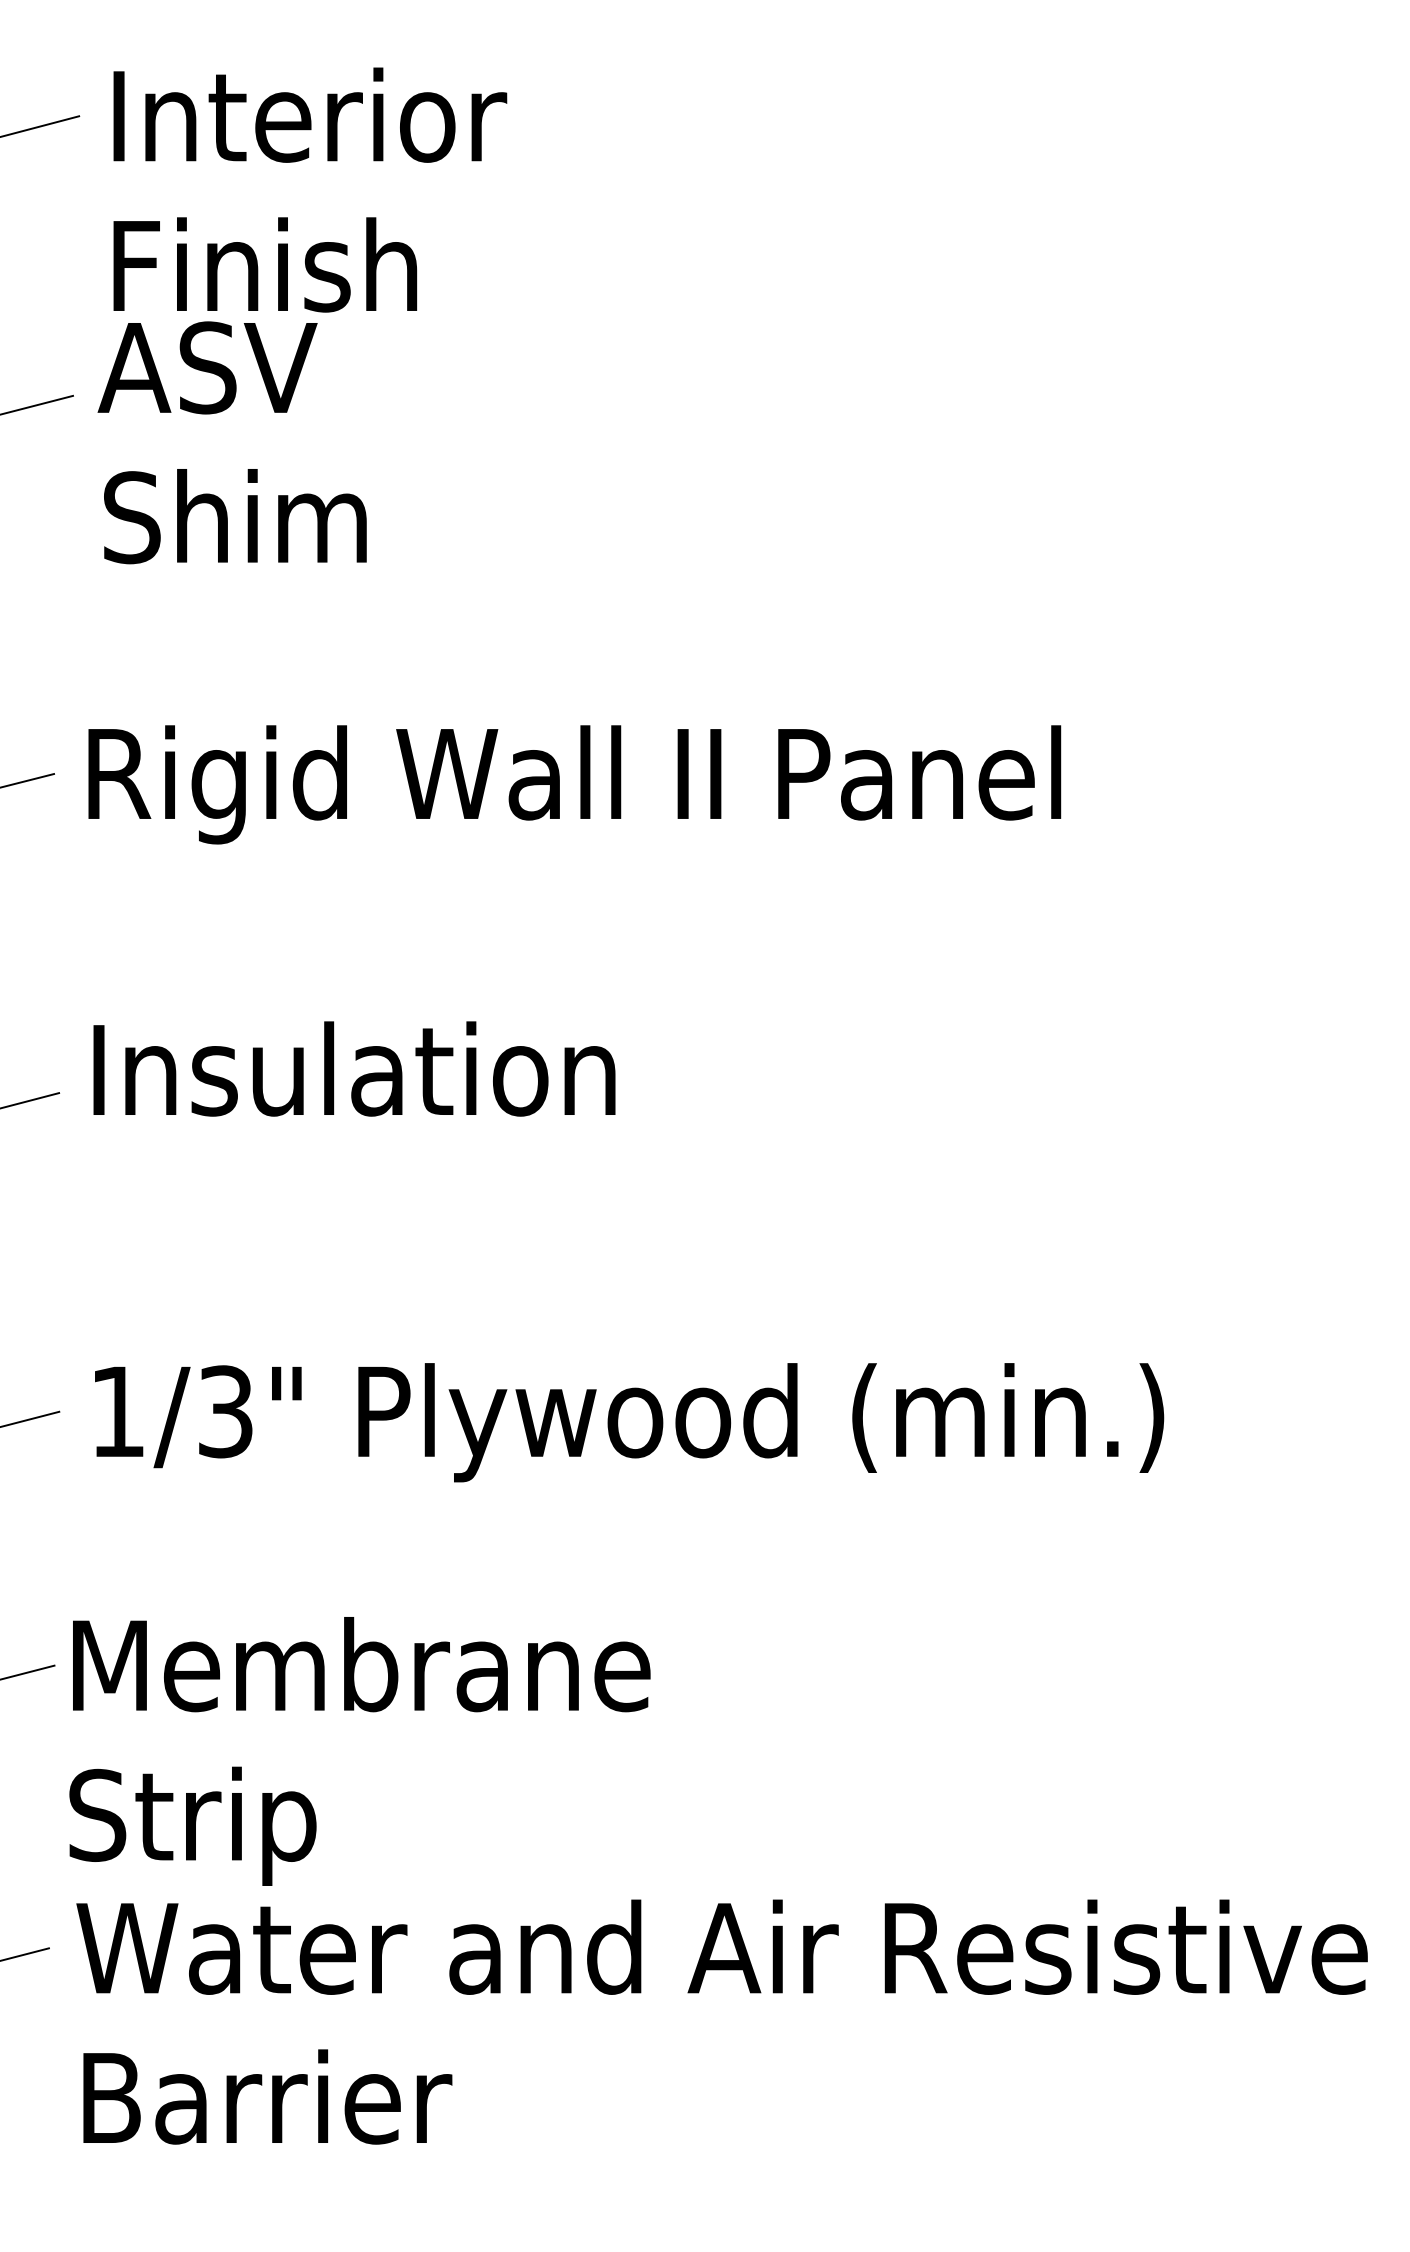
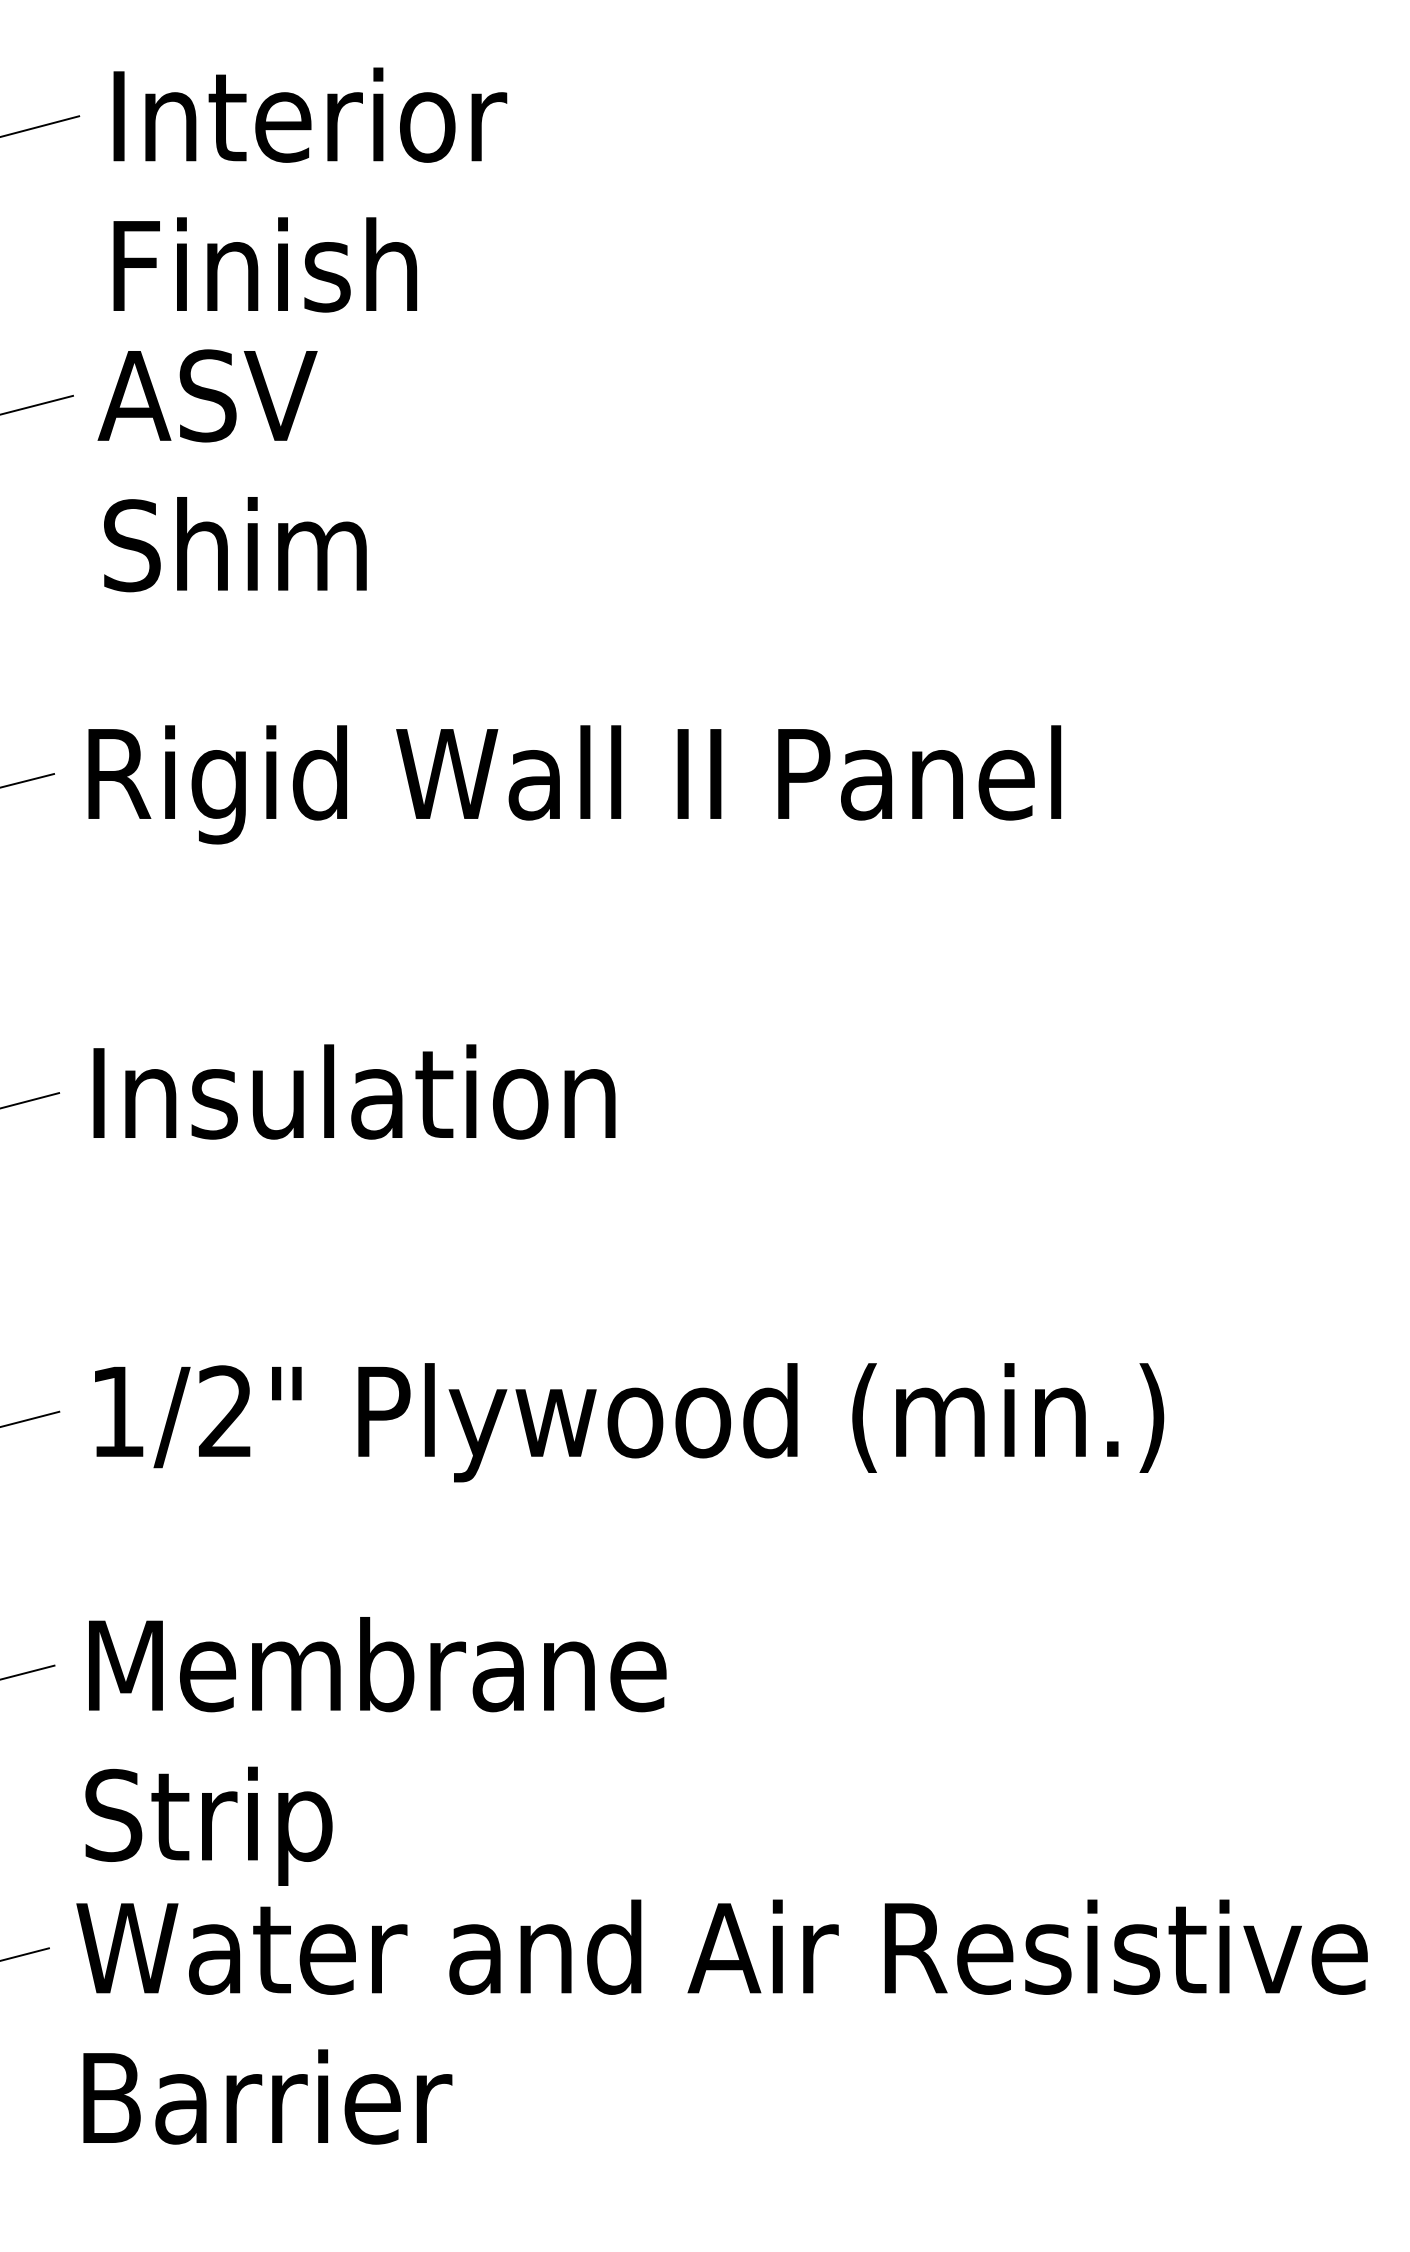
text at (231, 442) position: (231, 442) -> (231, 470)
text at (354, 1068) position: (354, 1068) -> (354, 1091)
text at (225, 1411): 1/3" -> 1/2"
text at (359, 1751) position: (359, 1751) -> (375, 1751)
